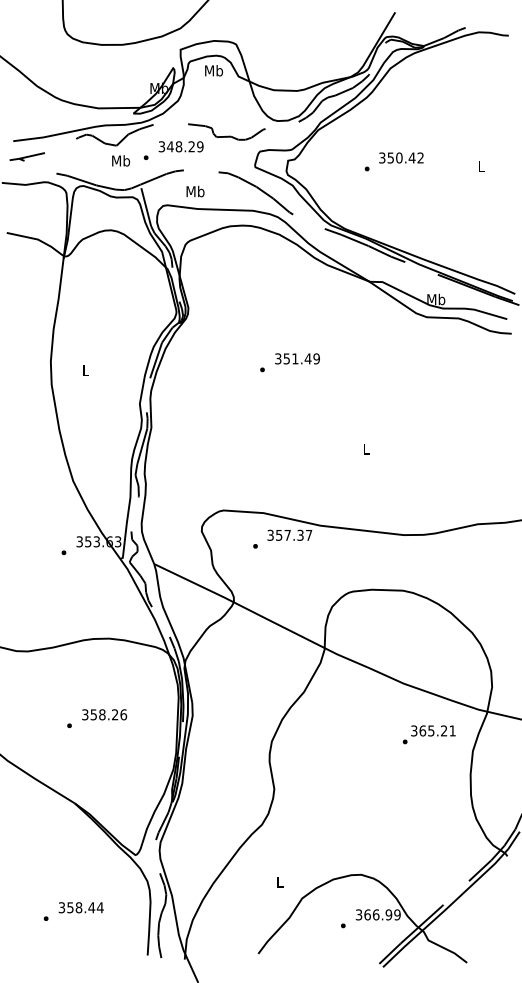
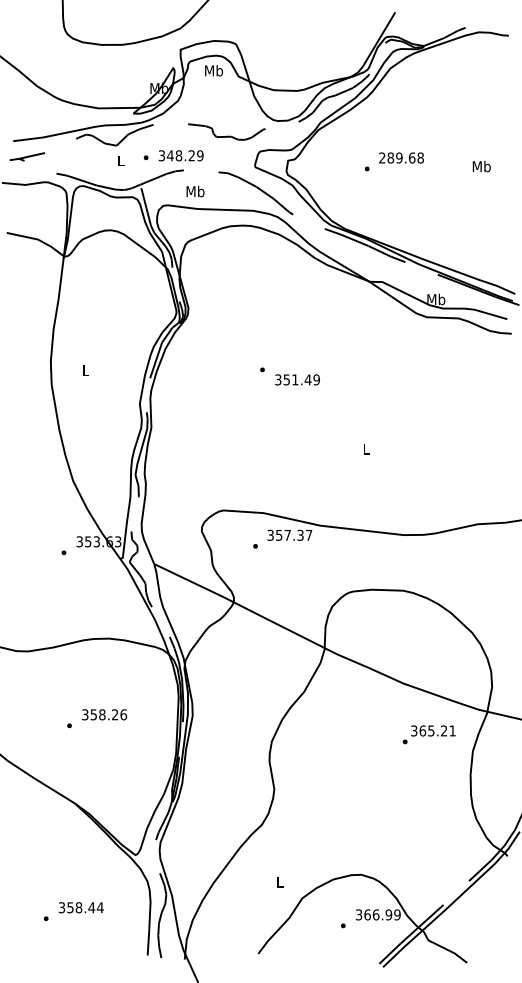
text at (180, 146) position: (180, 146) -> (180, 155)
text at (401, 157): 350.42 -> 289.68
text at (121, 160): Mb -> L
text at (481, 166): L -> Mb
text at (297, 358) position: (297, 358) -> (297, 379)
